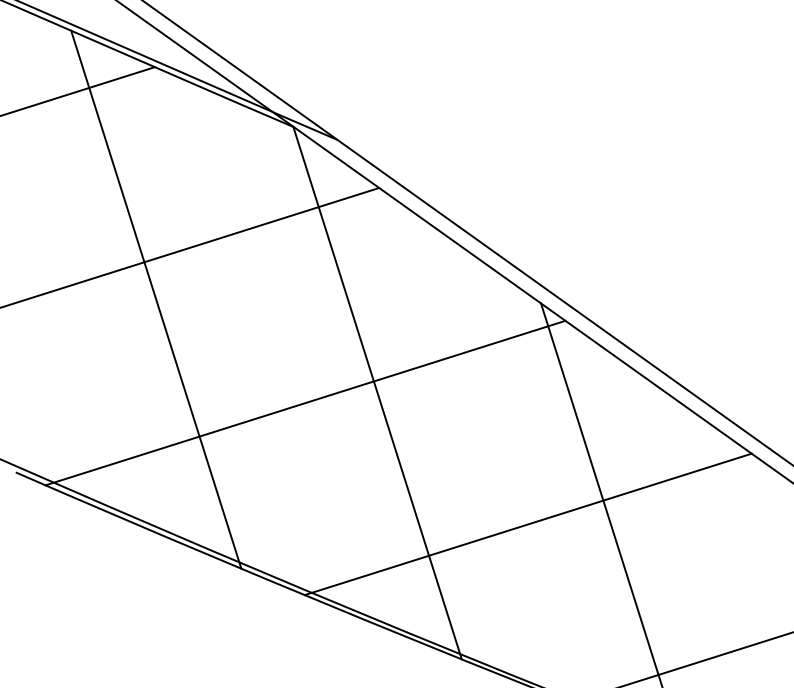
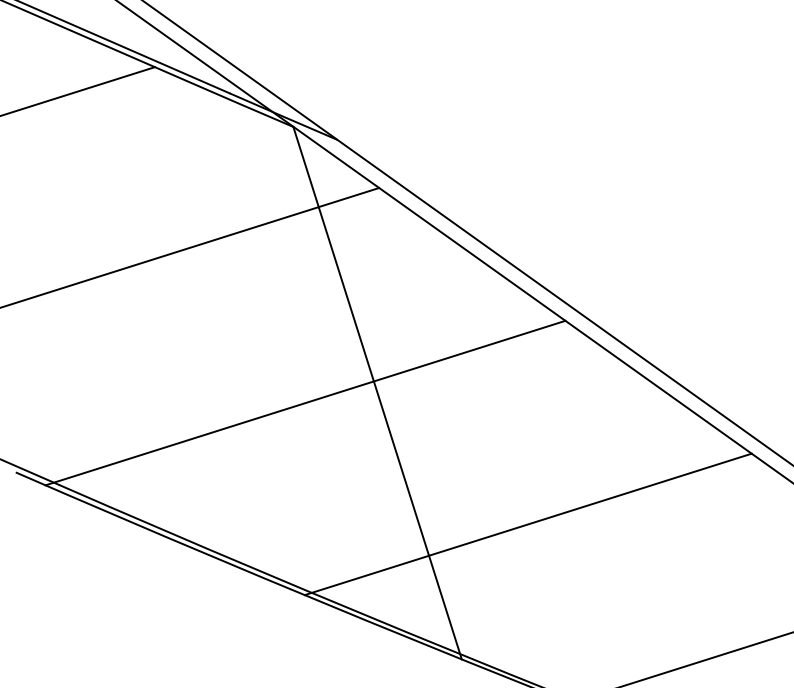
line at (156, 299): present -> none
line at (600, 493): present -> none
